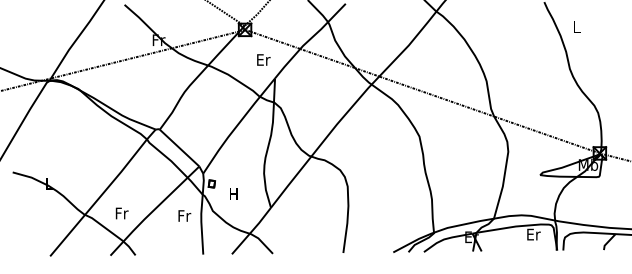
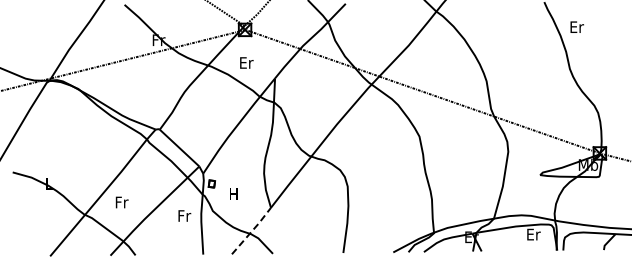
text at (576, 26): L -> Er
text at (263, 59) position: (263, 59) -> (246, 62)
text at (121, 213) position: (121, 213) -> (121, 202)
line at (252, 230): solid -> dashed
